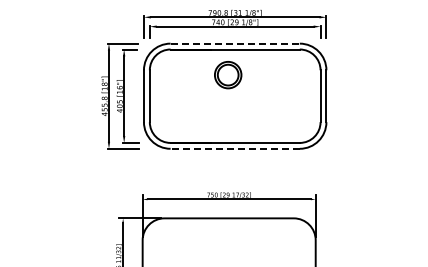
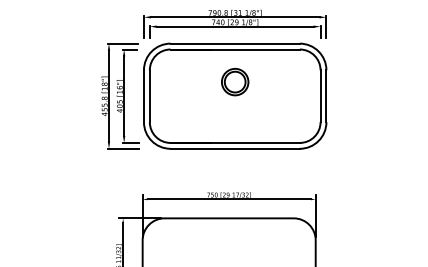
line at (235, 43): dashed -> solid
part at (228, 75) position: (228, 75) -> (235, 82)
line at (235, 148): dashed -> solid
